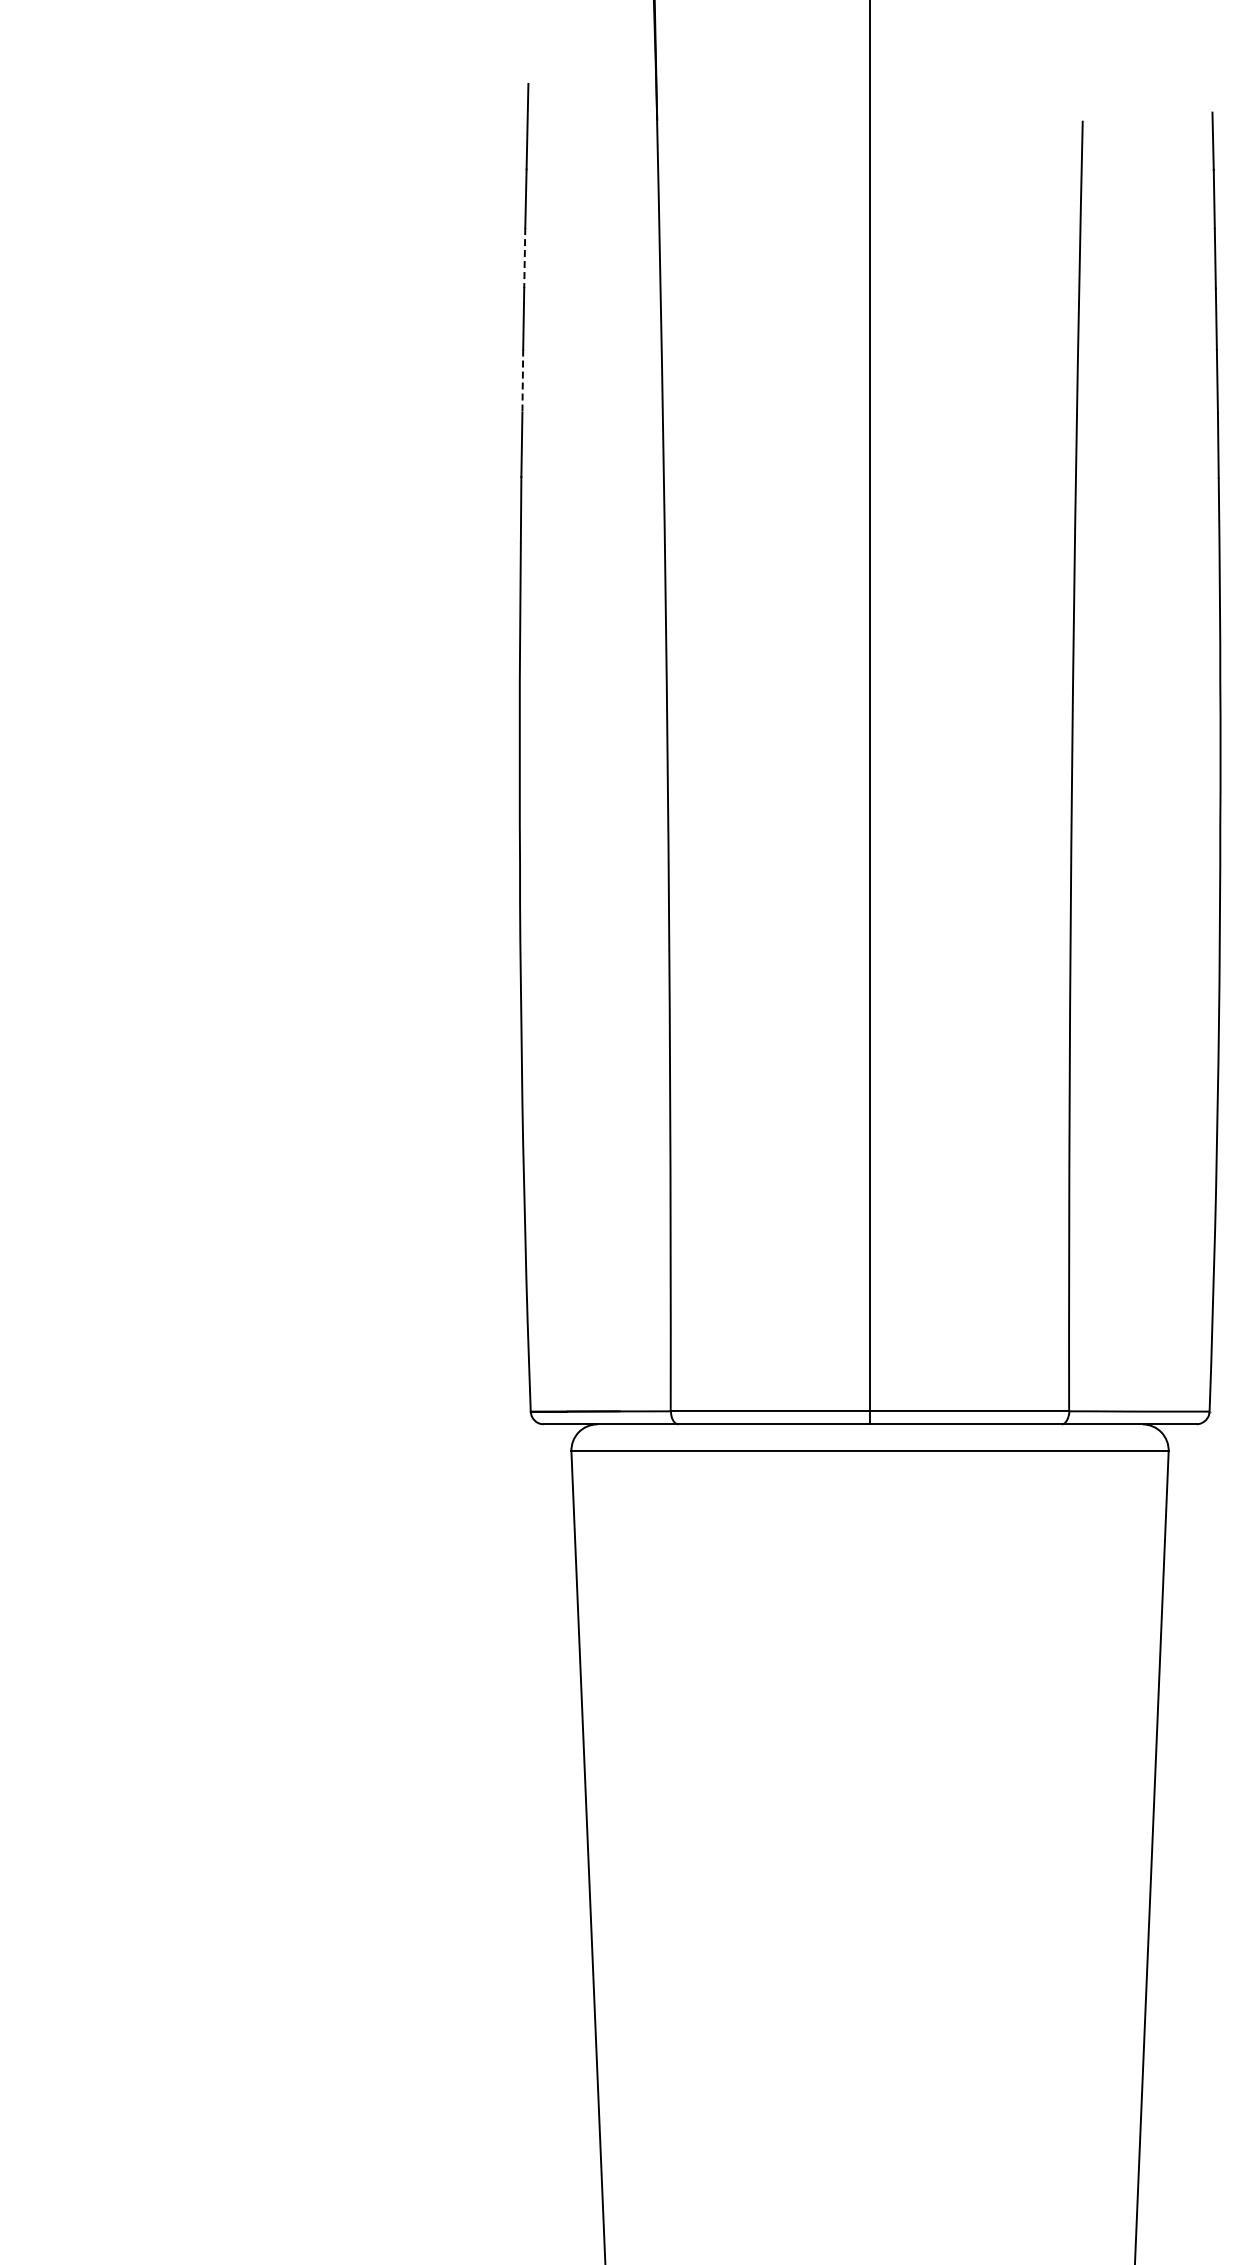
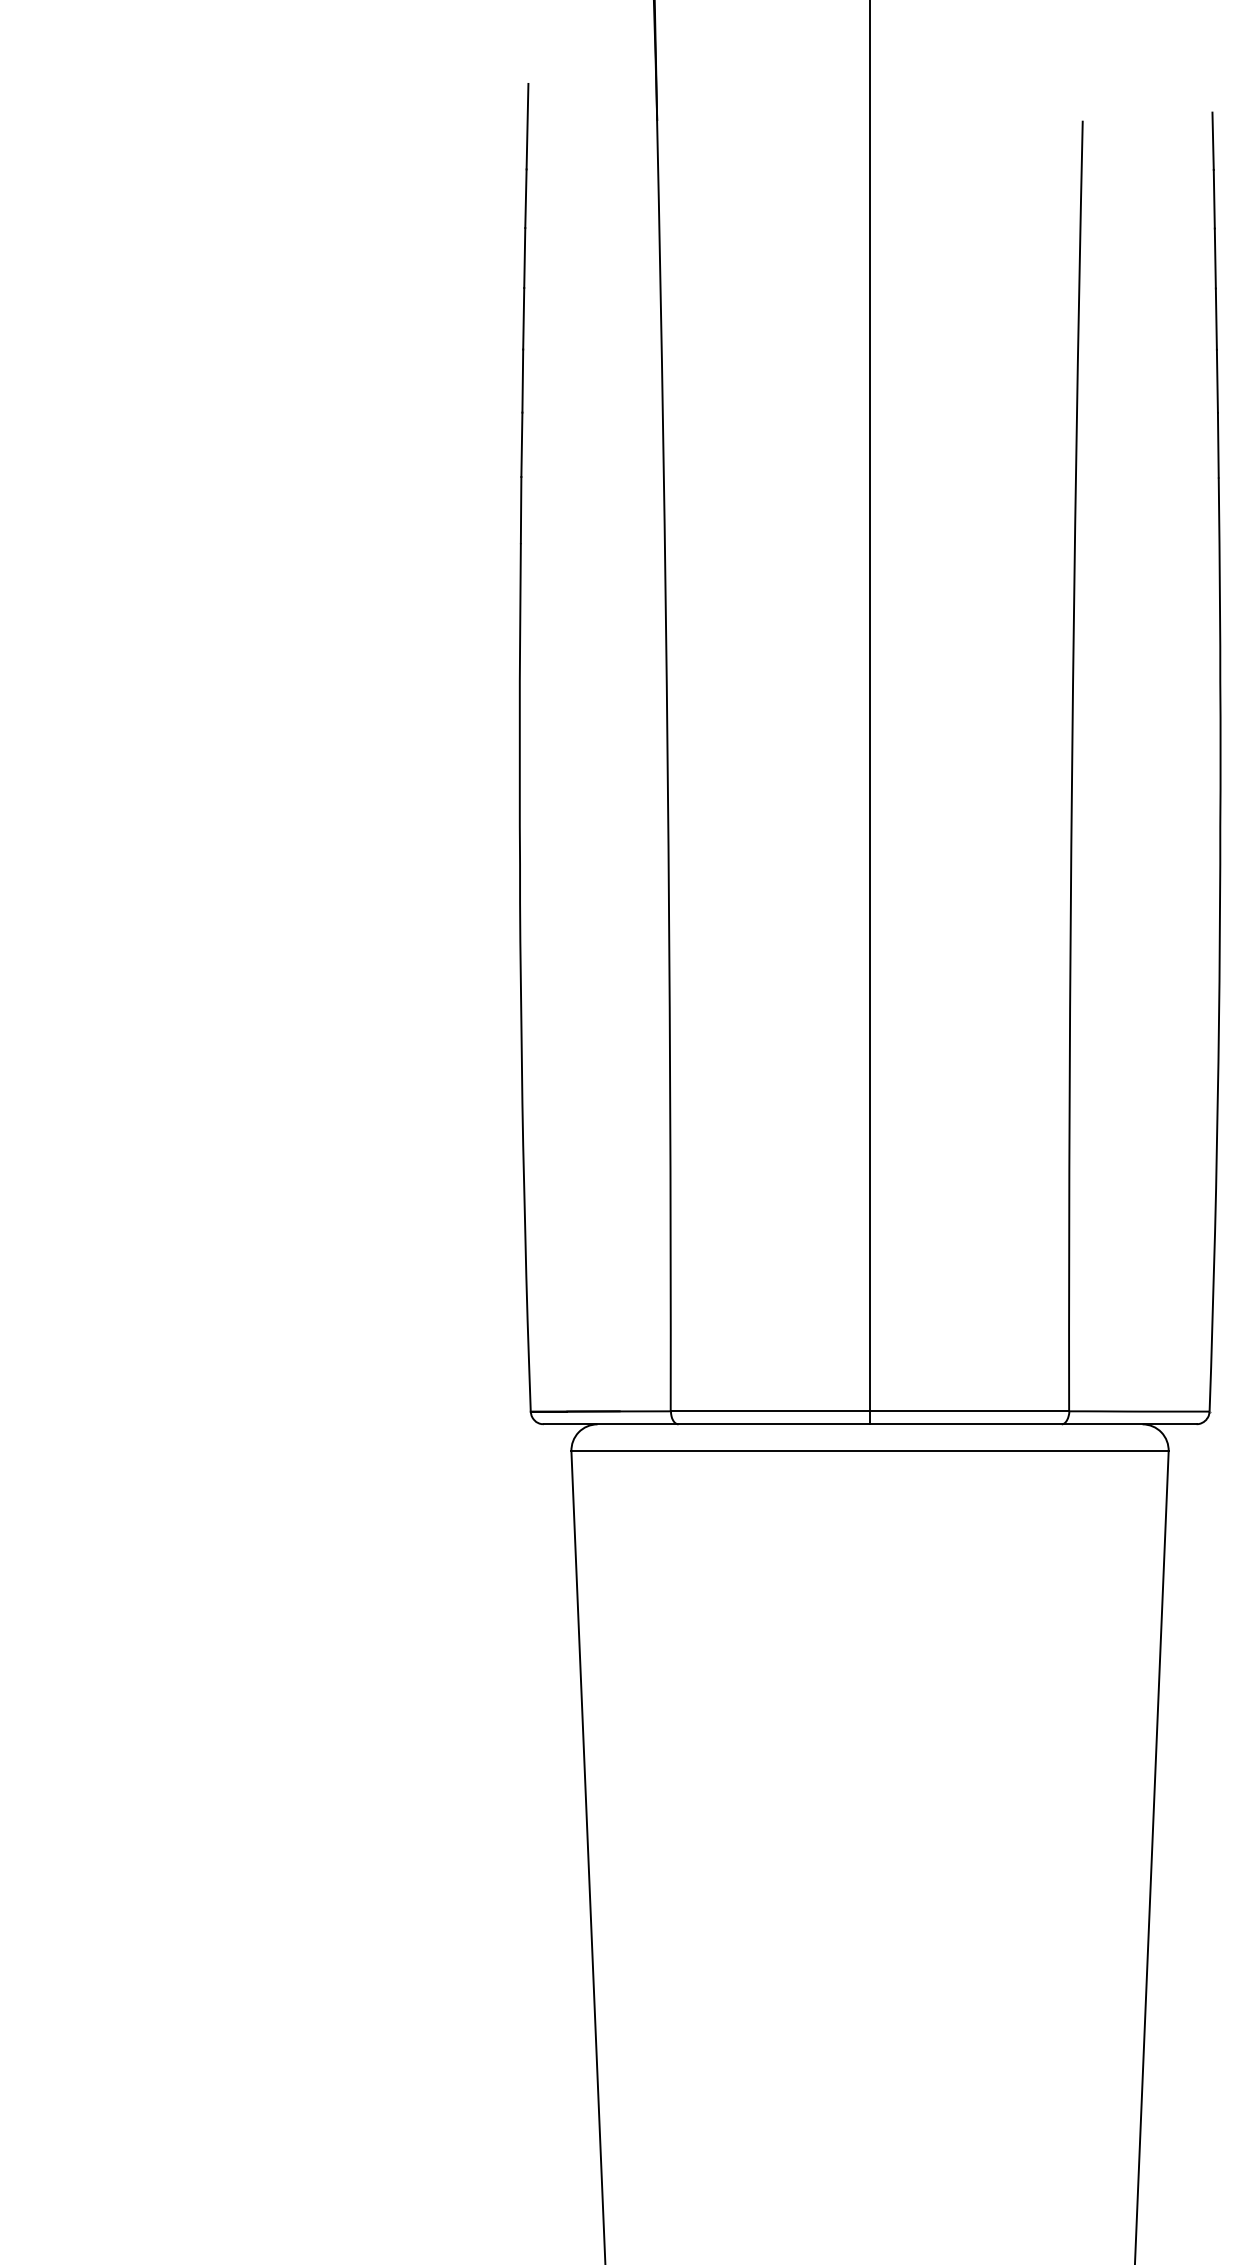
line at (524, 258): dashed -> solid
line at (522, 381): dashed -> solid
